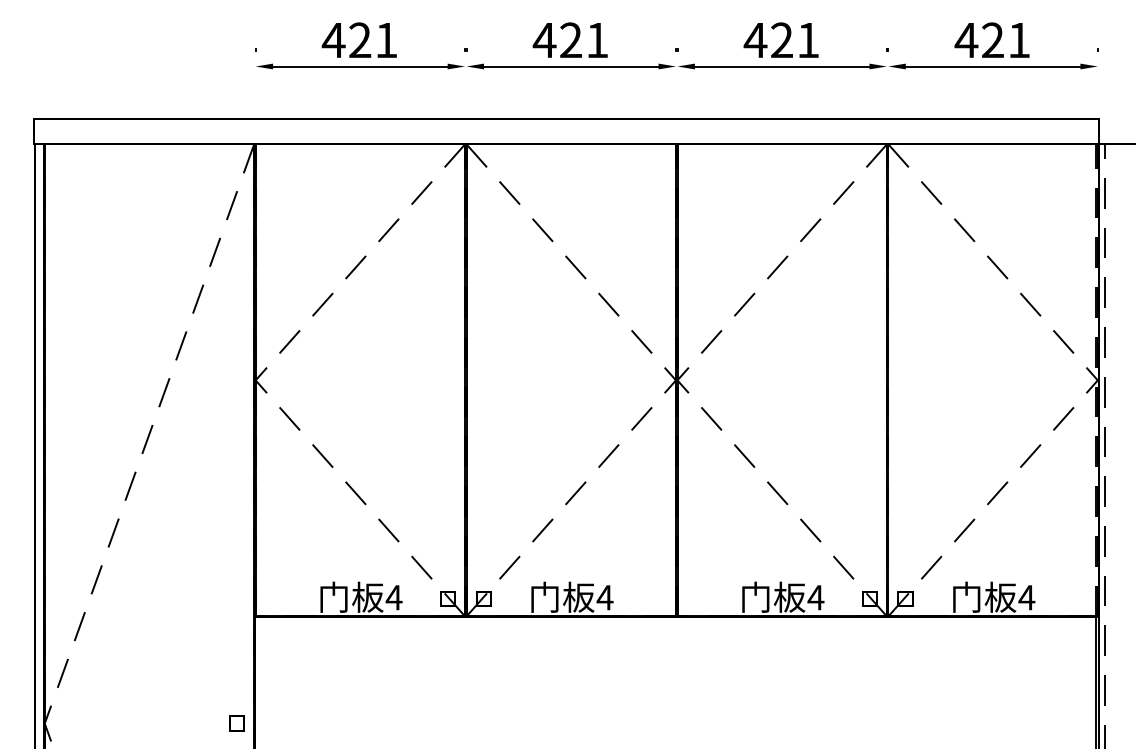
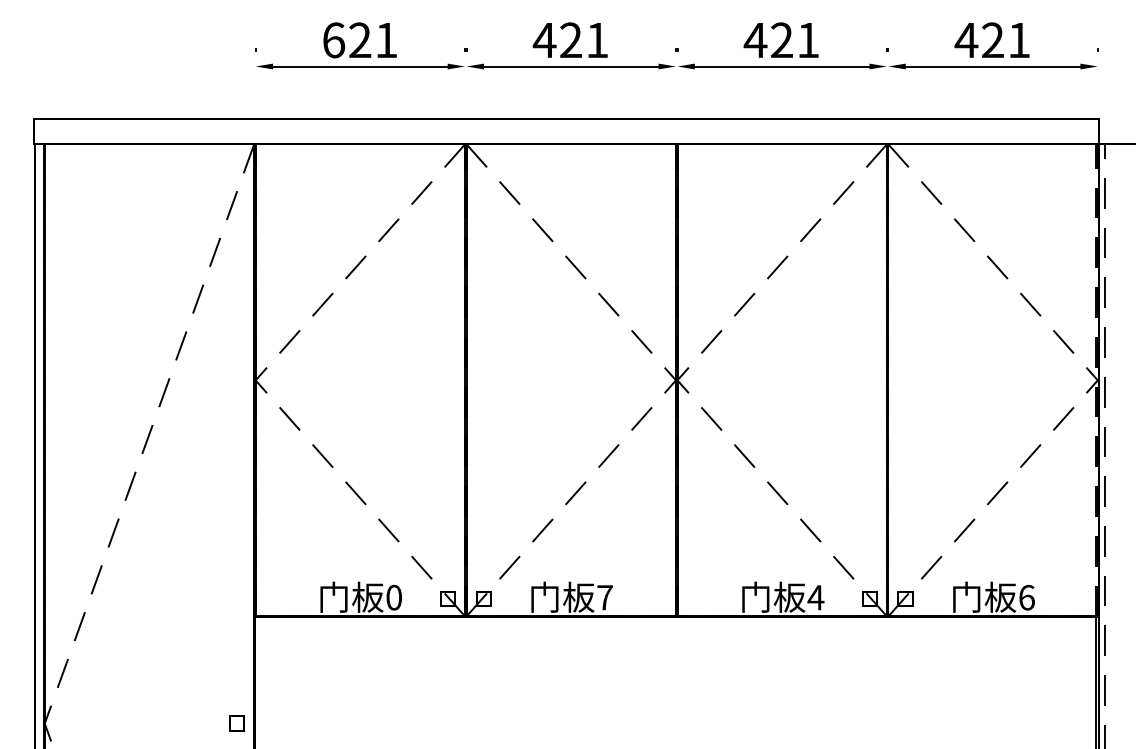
text at (333, 40): 421 -> 621
text at (393, 597): 4 -> 0
text at (604, 597): 4 -> 7
text at (1026, 597): 4 -> 6
